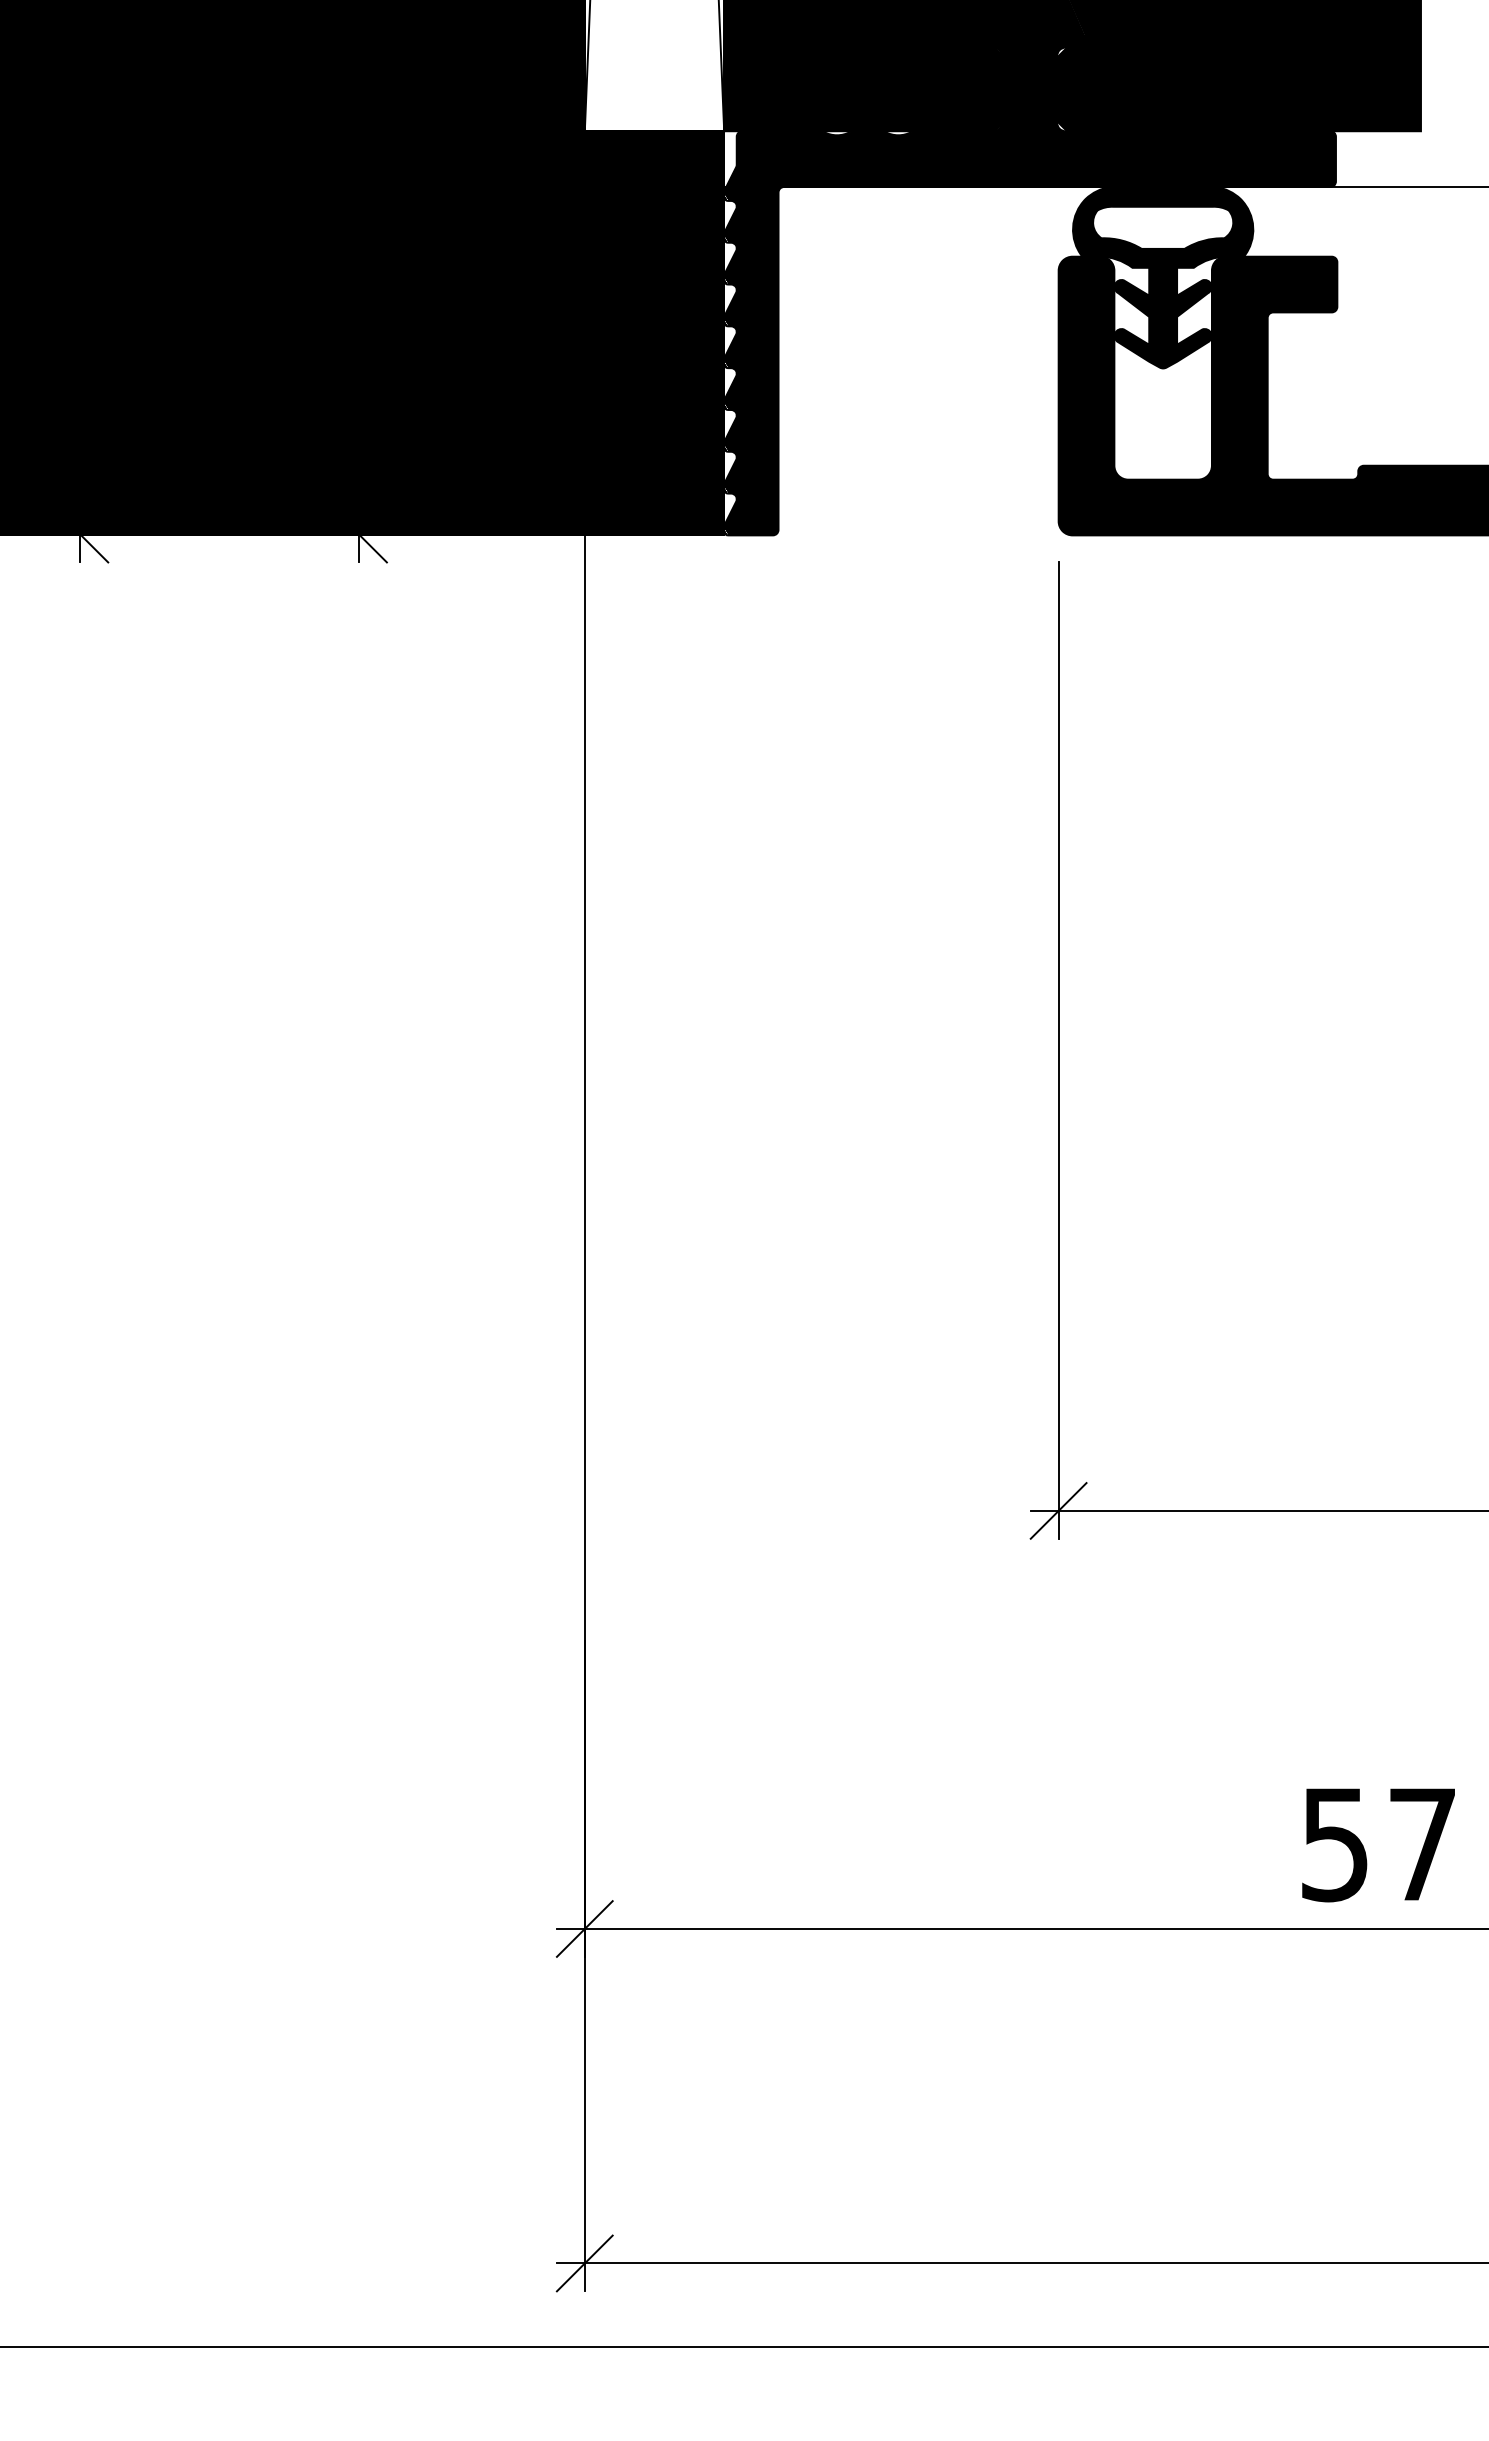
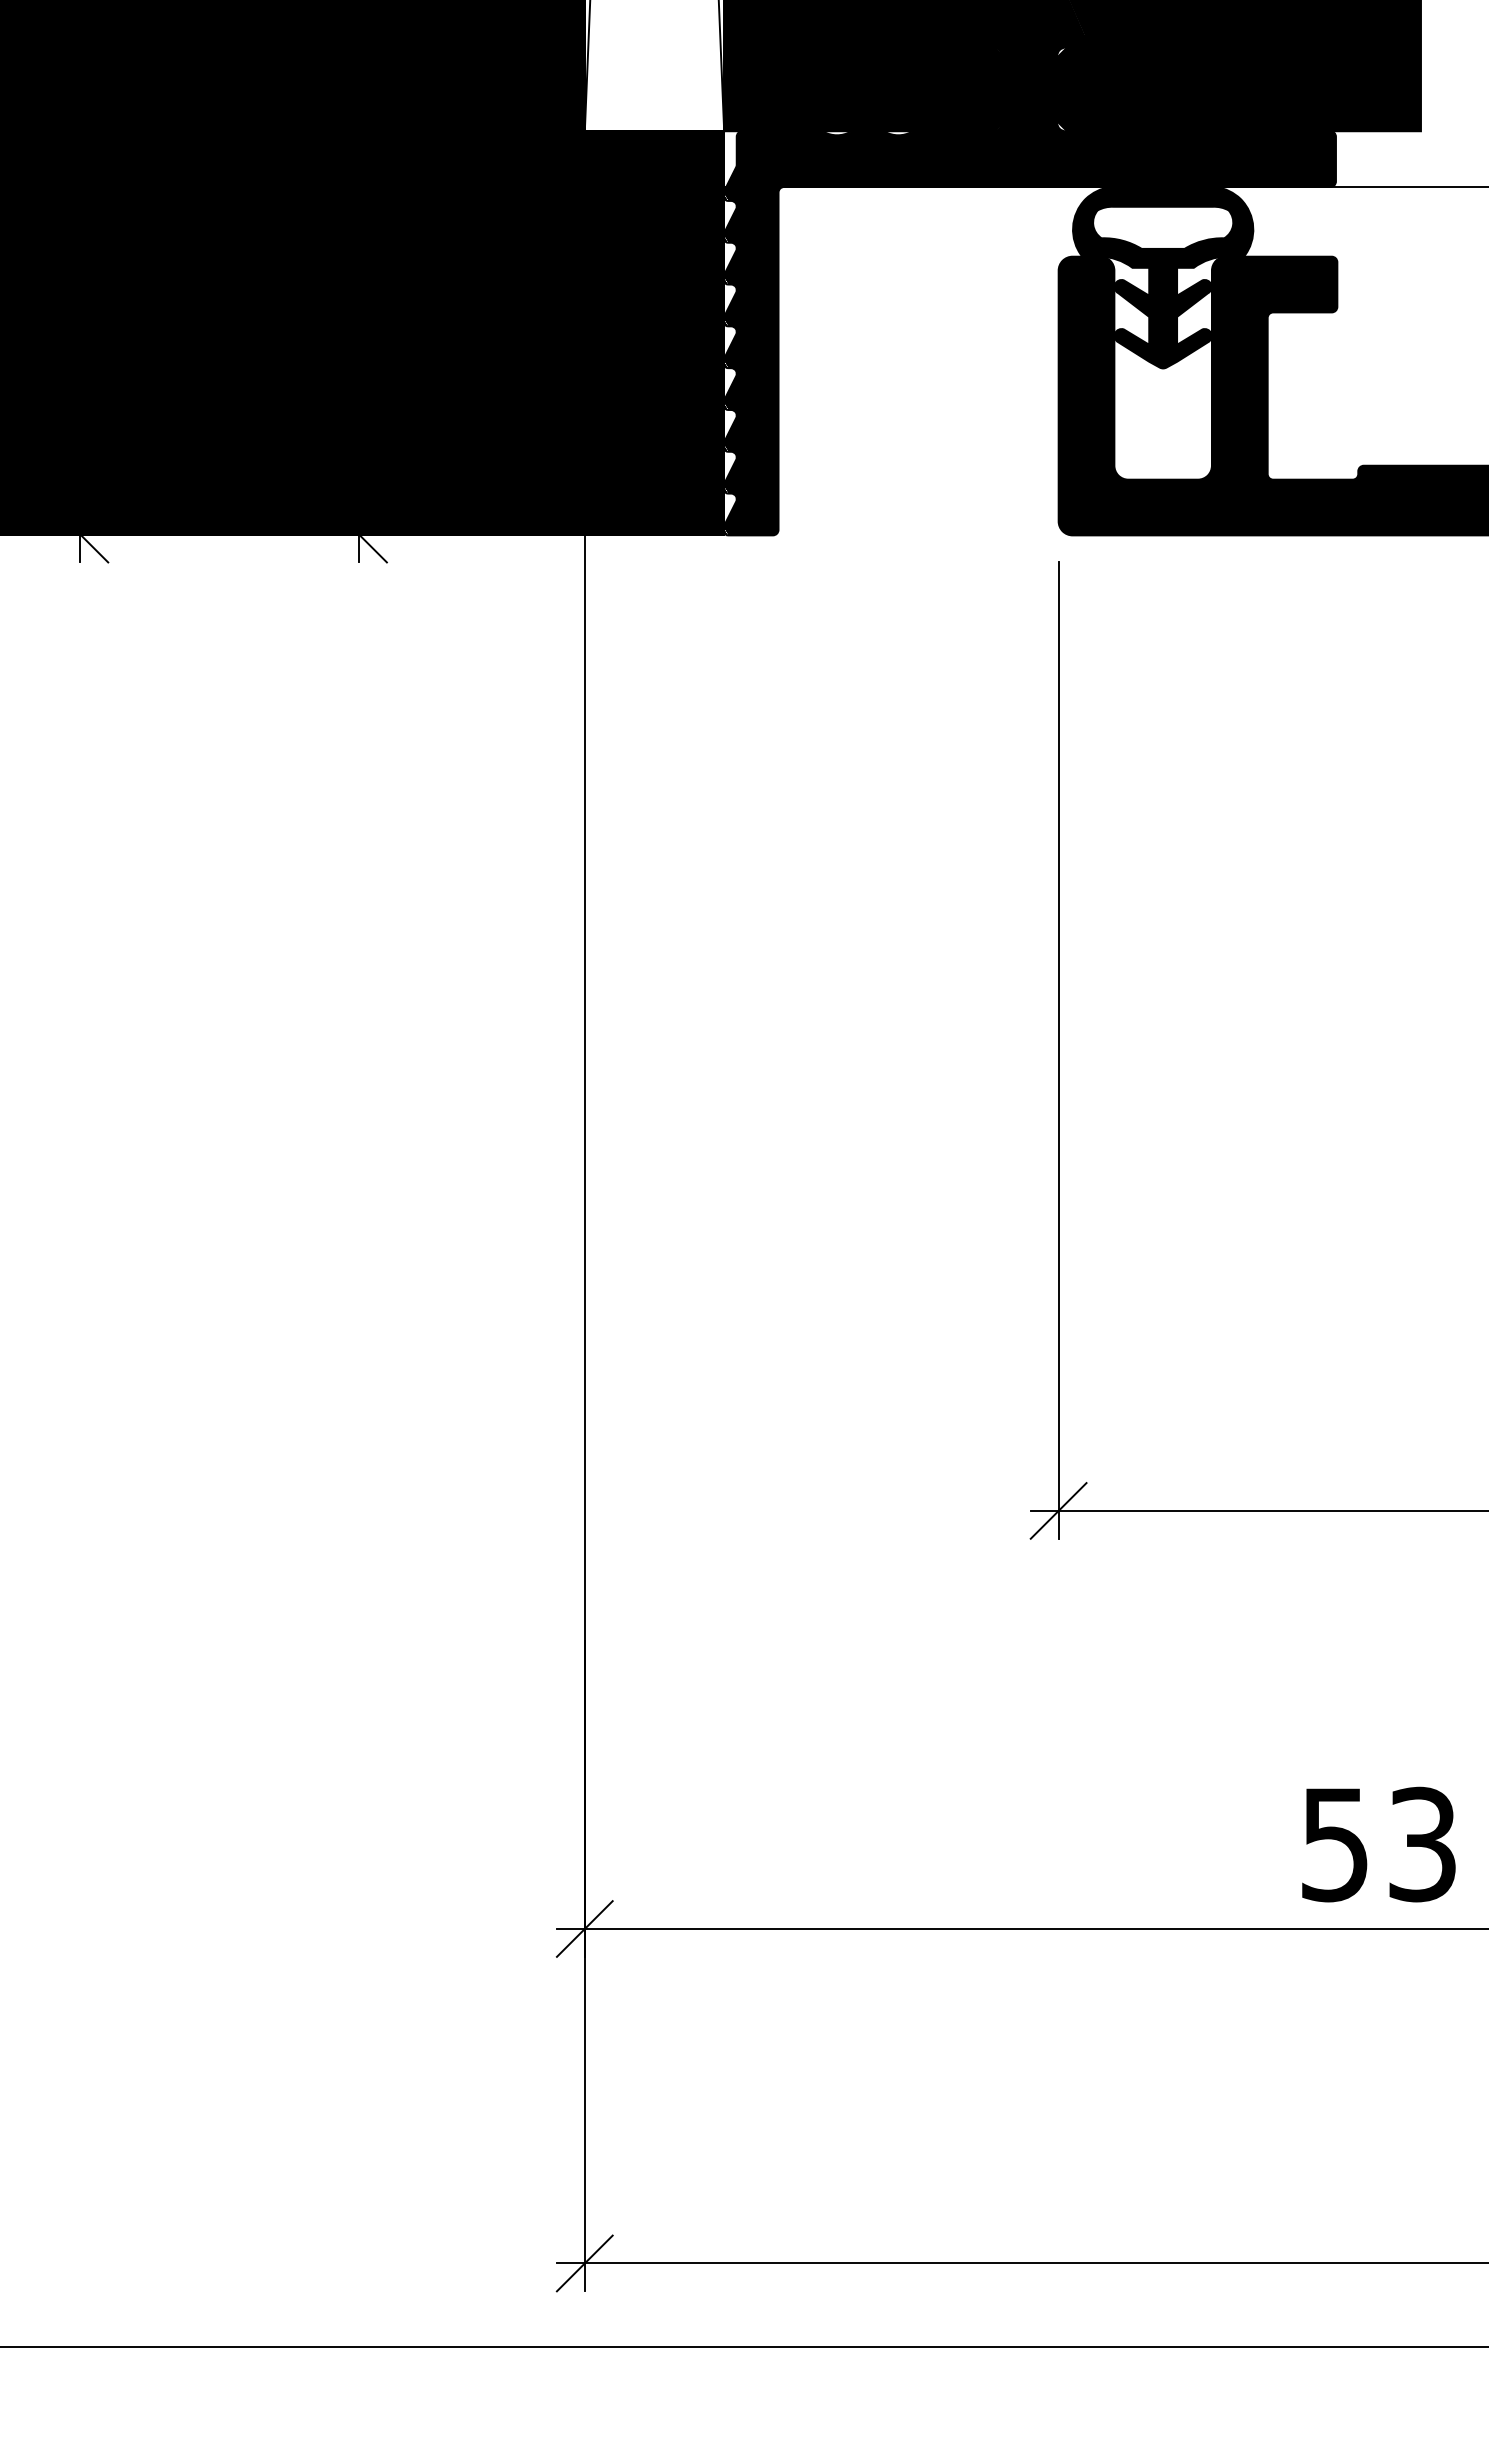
text at (1422, 1844): 57 -> 53
